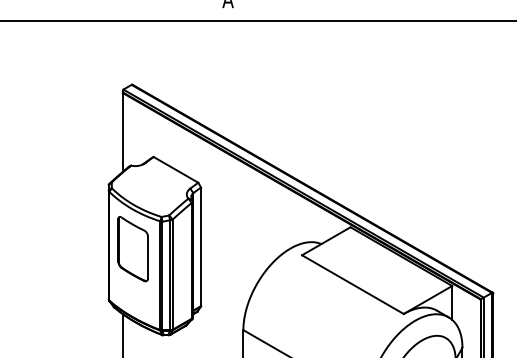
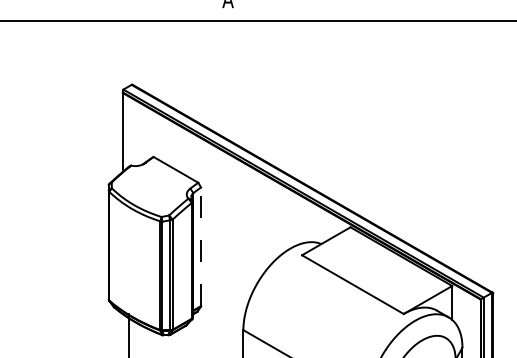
line at (201, 246): solid -> dashed
part at (132, 249): present -> none
line at (122, 334) position: (122, 334) -> (128, 334)
